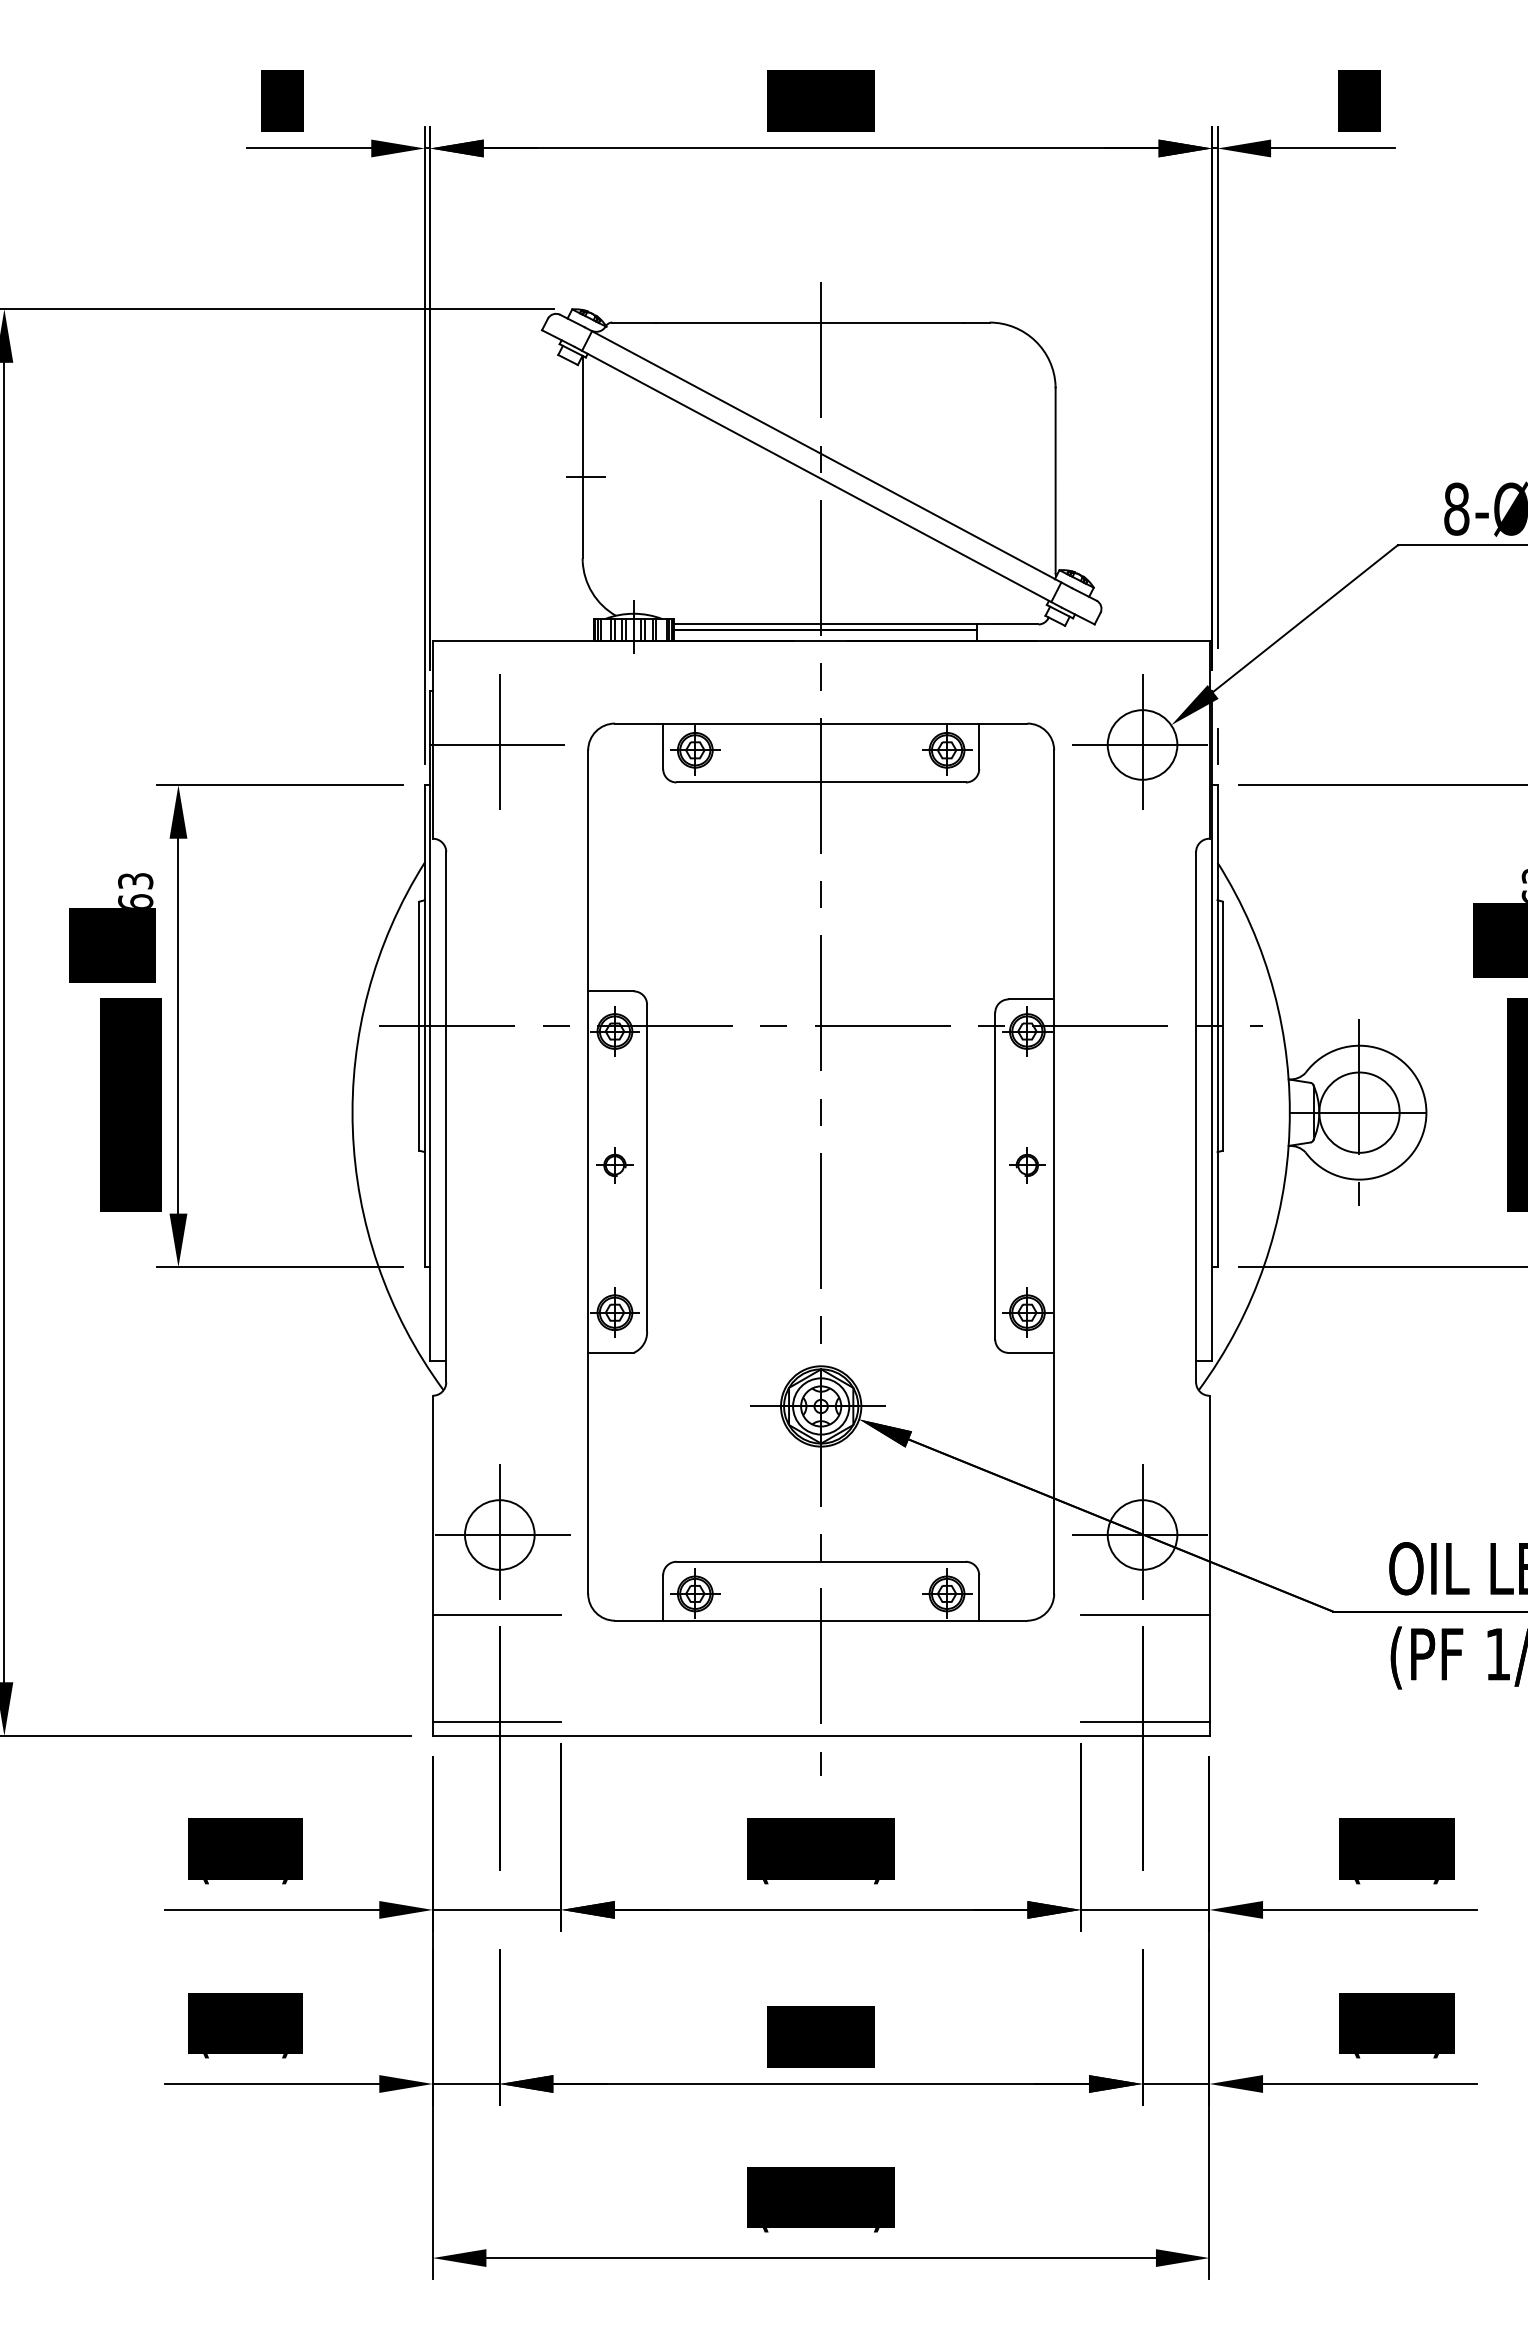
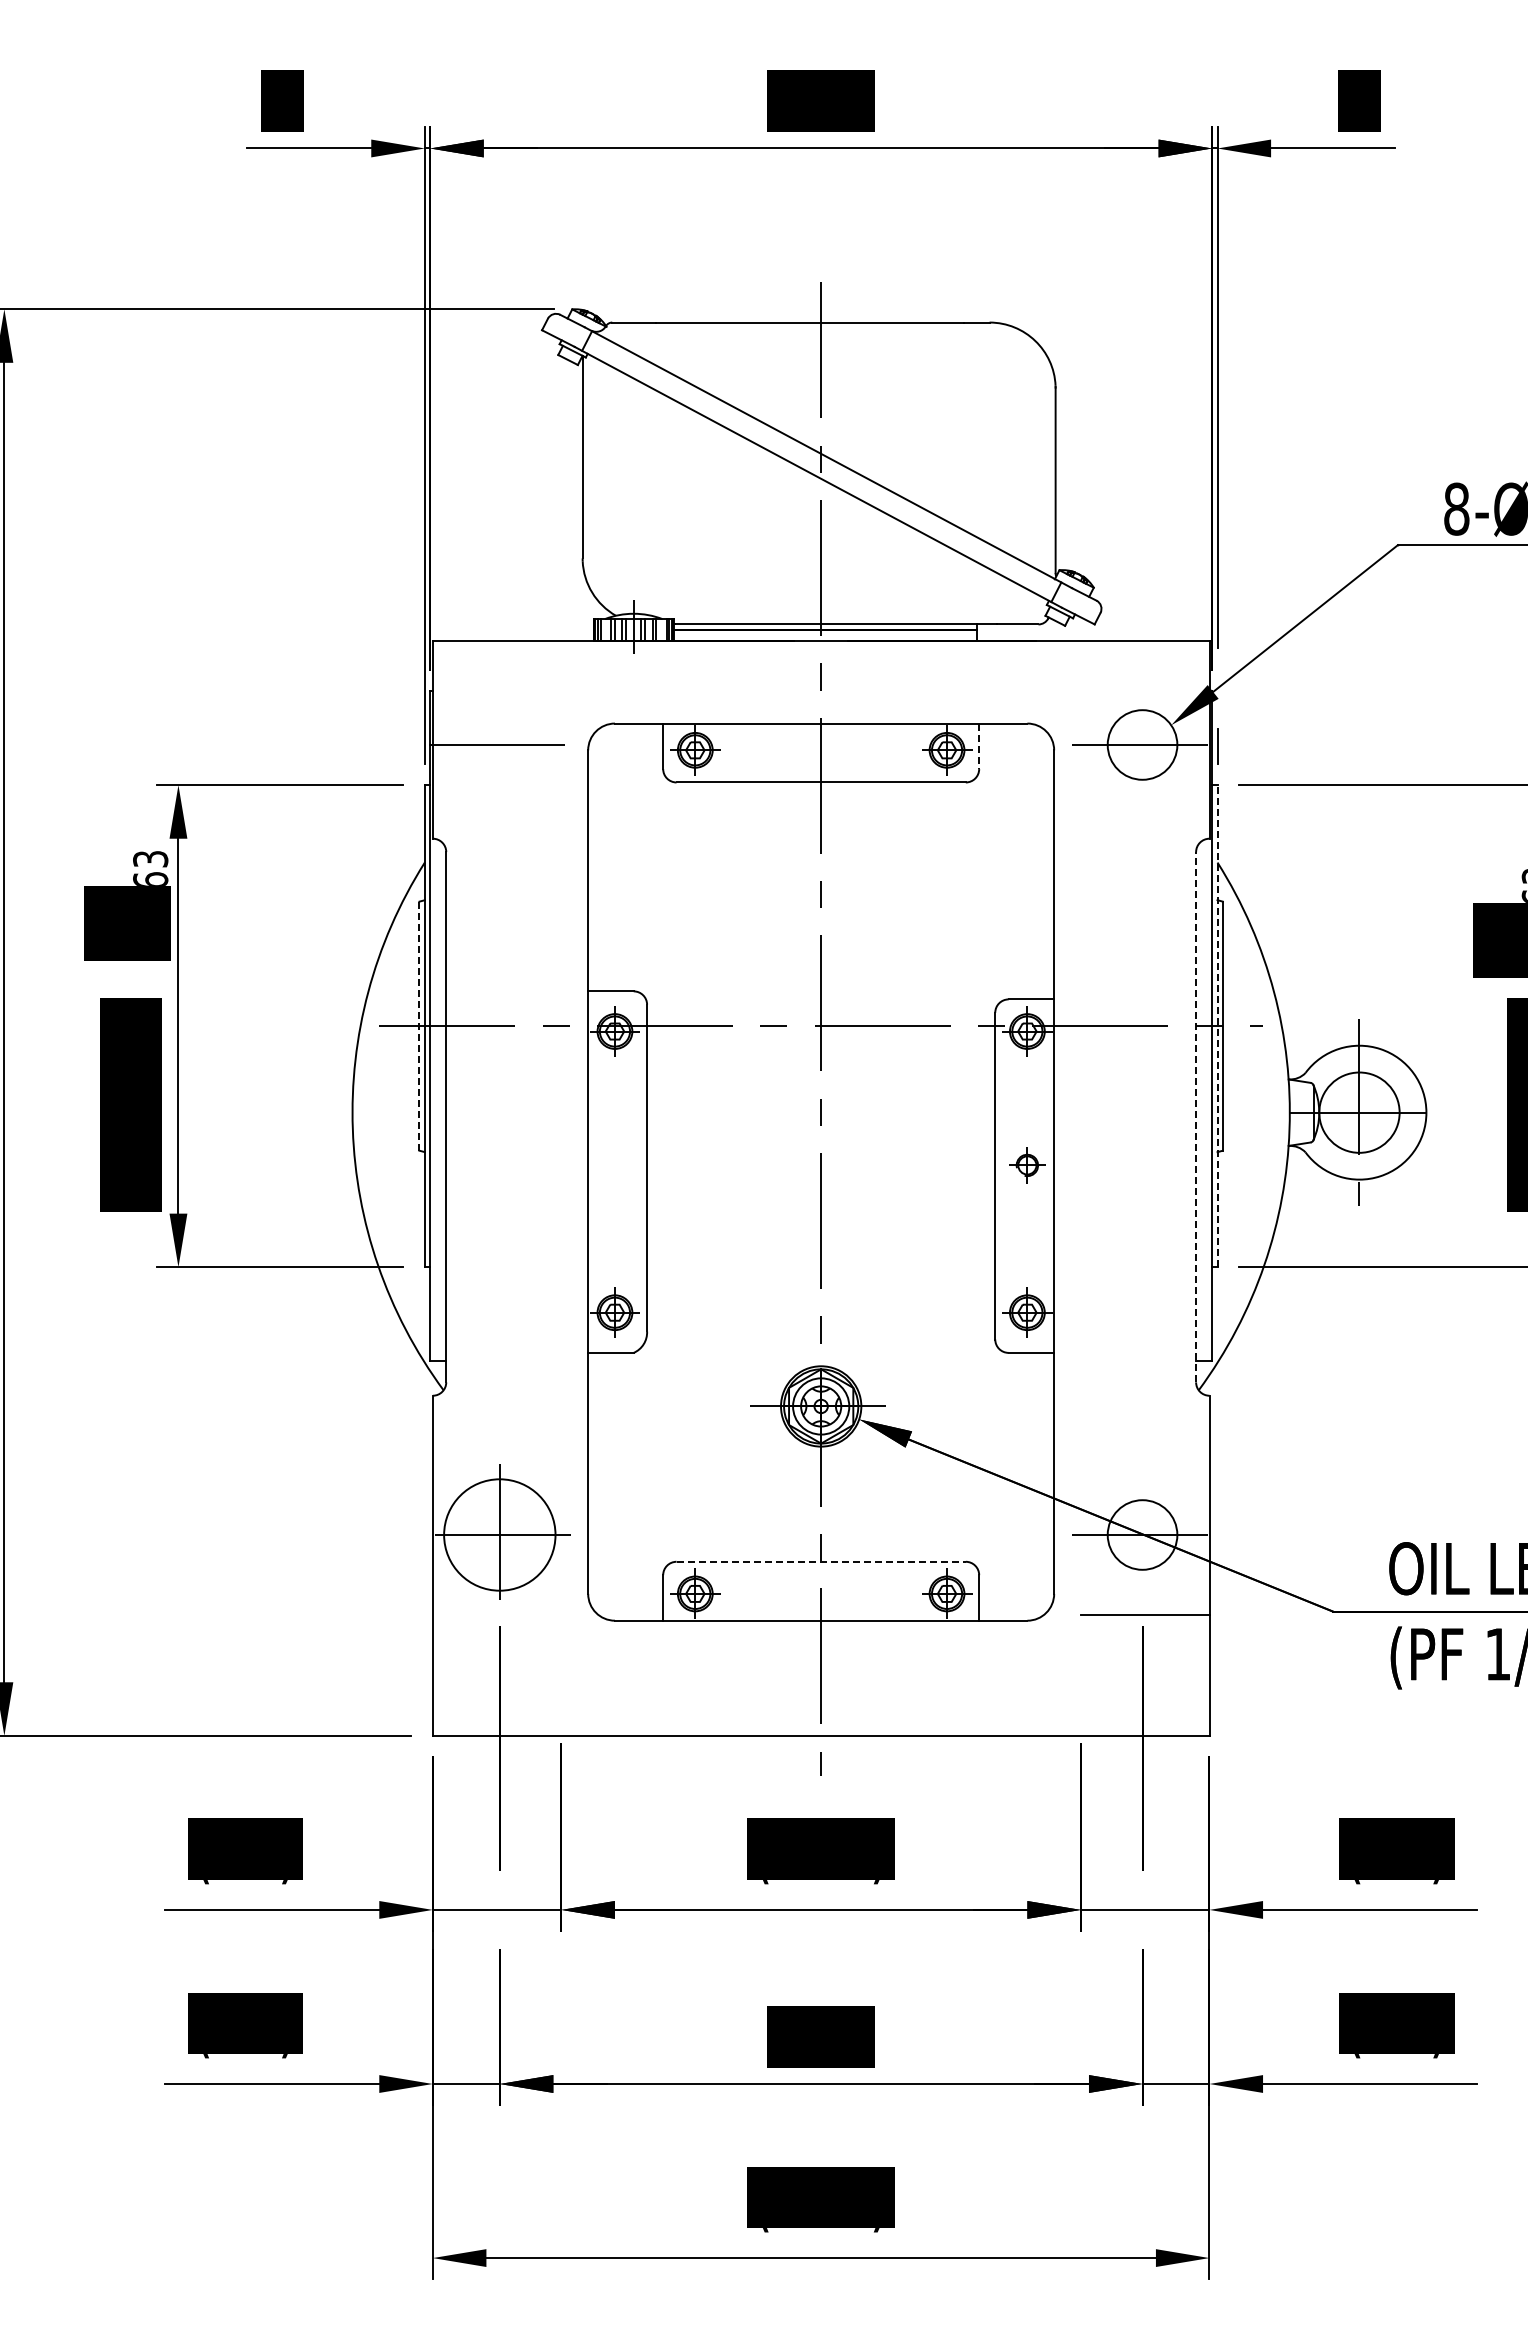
line at (585, 477): present -> none
line at (499, 744): present -> none
line at (1142, 744): present -> none
line at (979, 746): solid -> dashed
text at (112, 927) position: (112, 927) -> (127, 905)
line at (1217, 1025): solid -> dashed
line at (419, 1026): solid -> dashed
line at (1196, 1116): solid -> dashed
part at (614, 1165): present -> none
circle at (499, 1534) diameter: 70 px -> 111 px
line at (1142, 1534): present -> none
line at (821, 1561): solid -> dashed
line at (496, 1615): present -> none
line at (496, 1722): present -> none
line at (1144, 1722): present -> none
